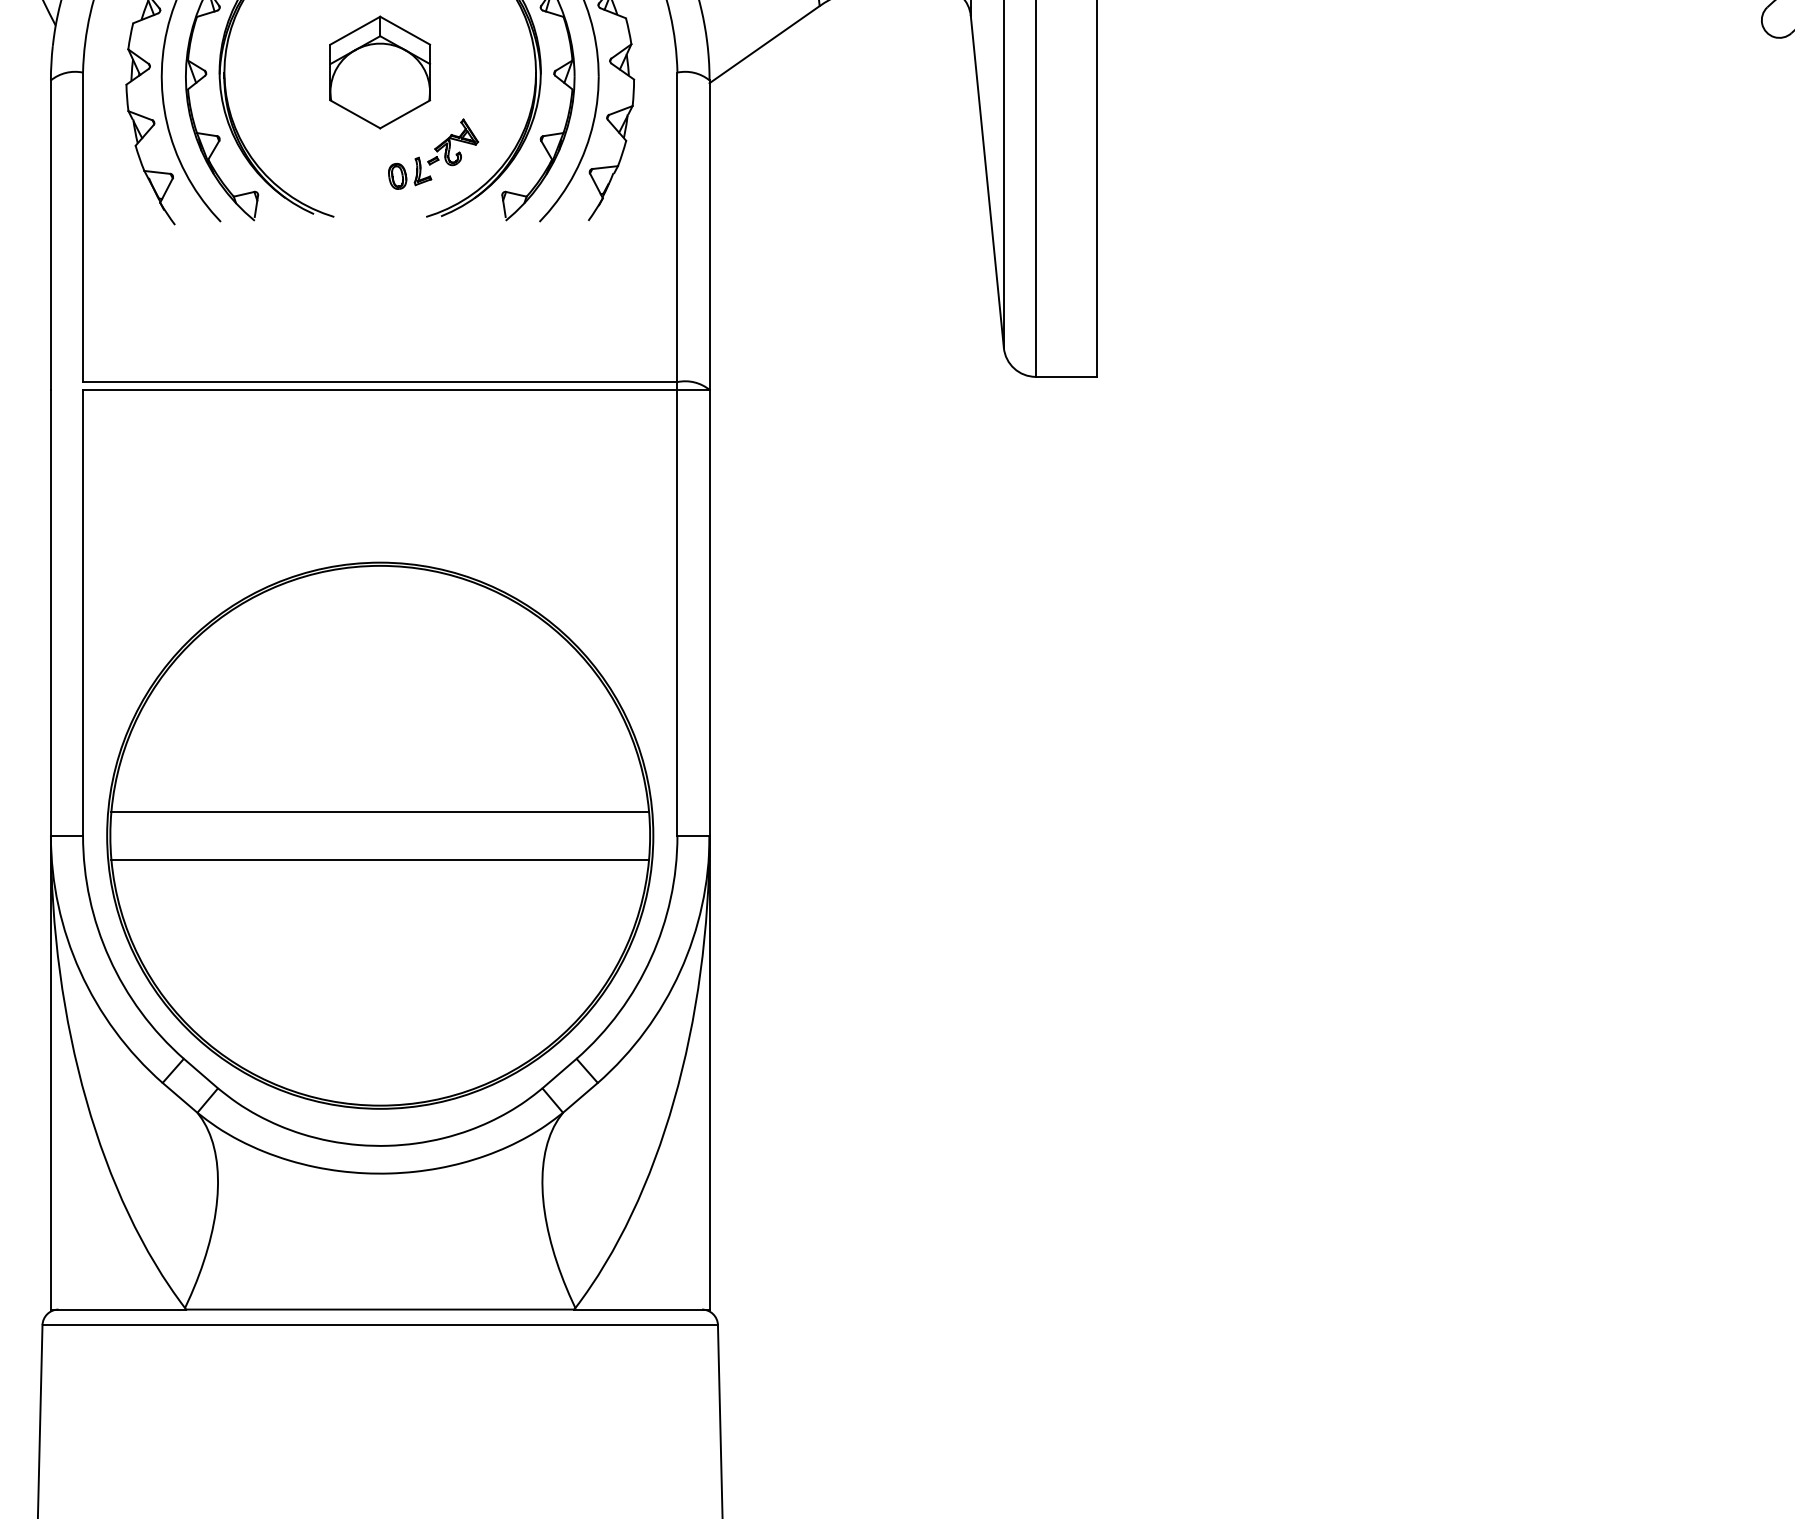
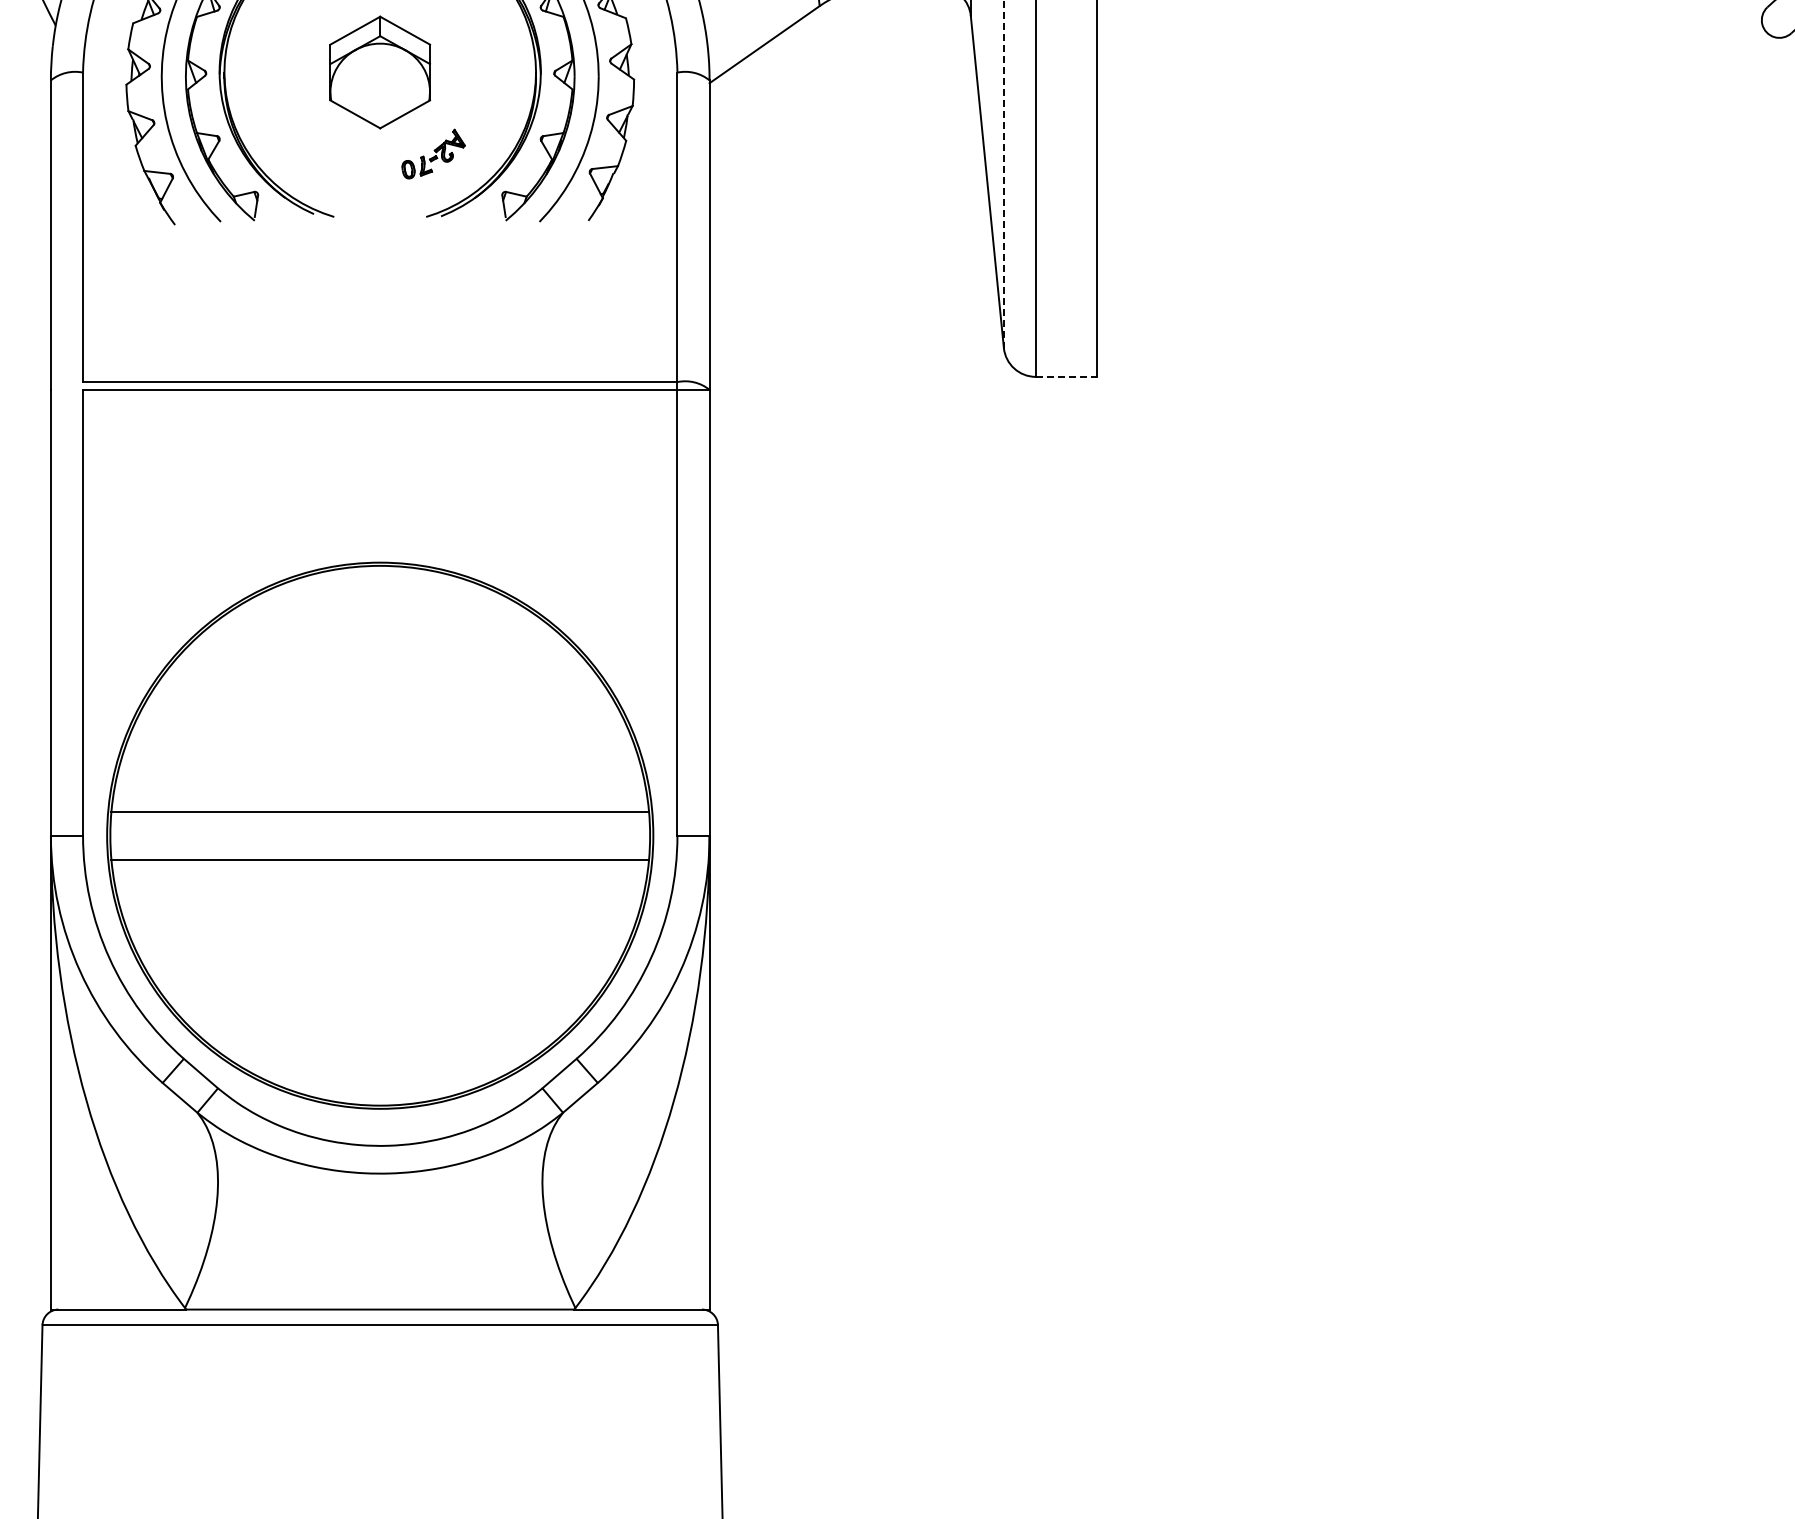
part at (433, 153) size: 92x72 px -> 65x52 px
line at (1003, 174): solid -> dashed
line at (1066, 376): solid -> dashed
